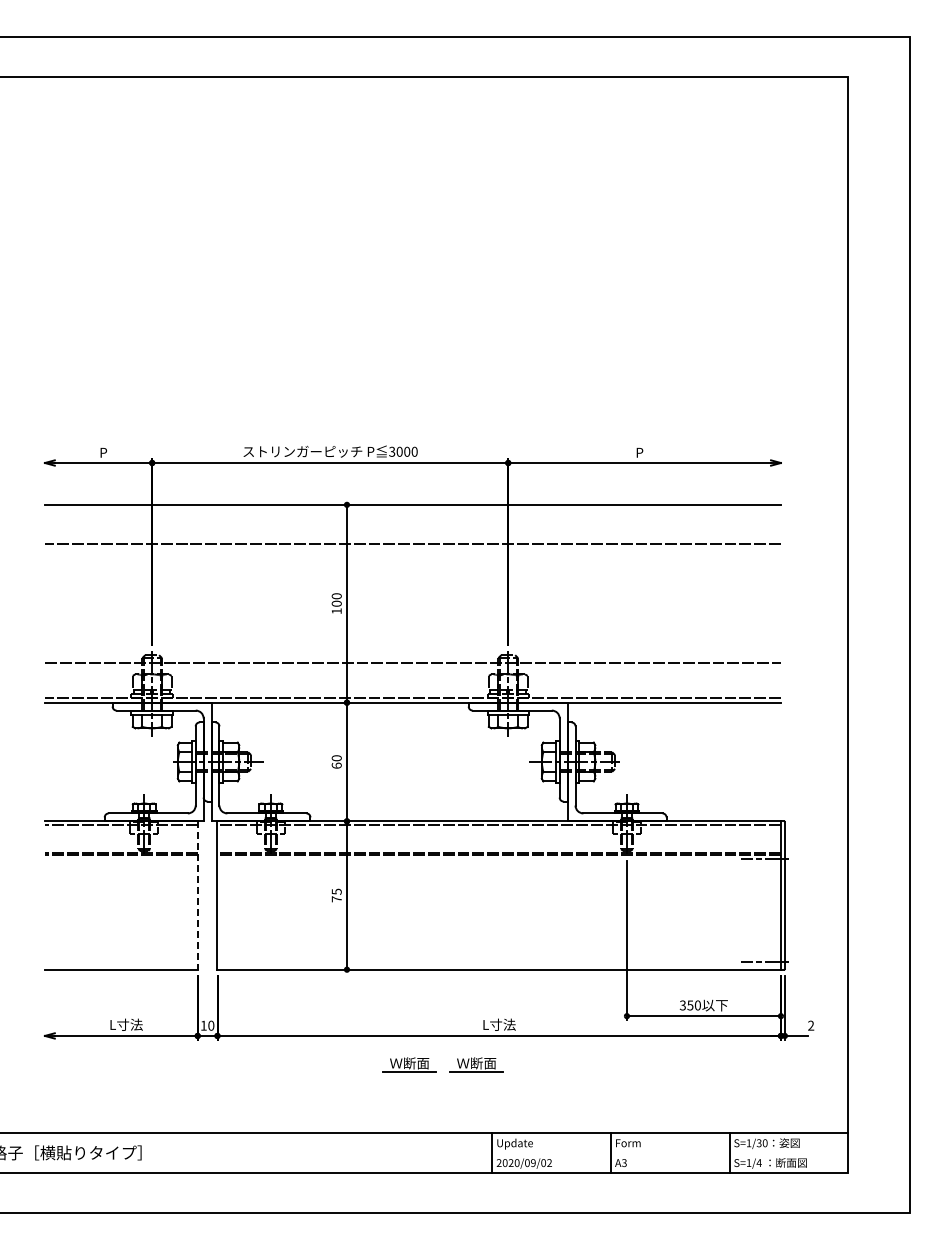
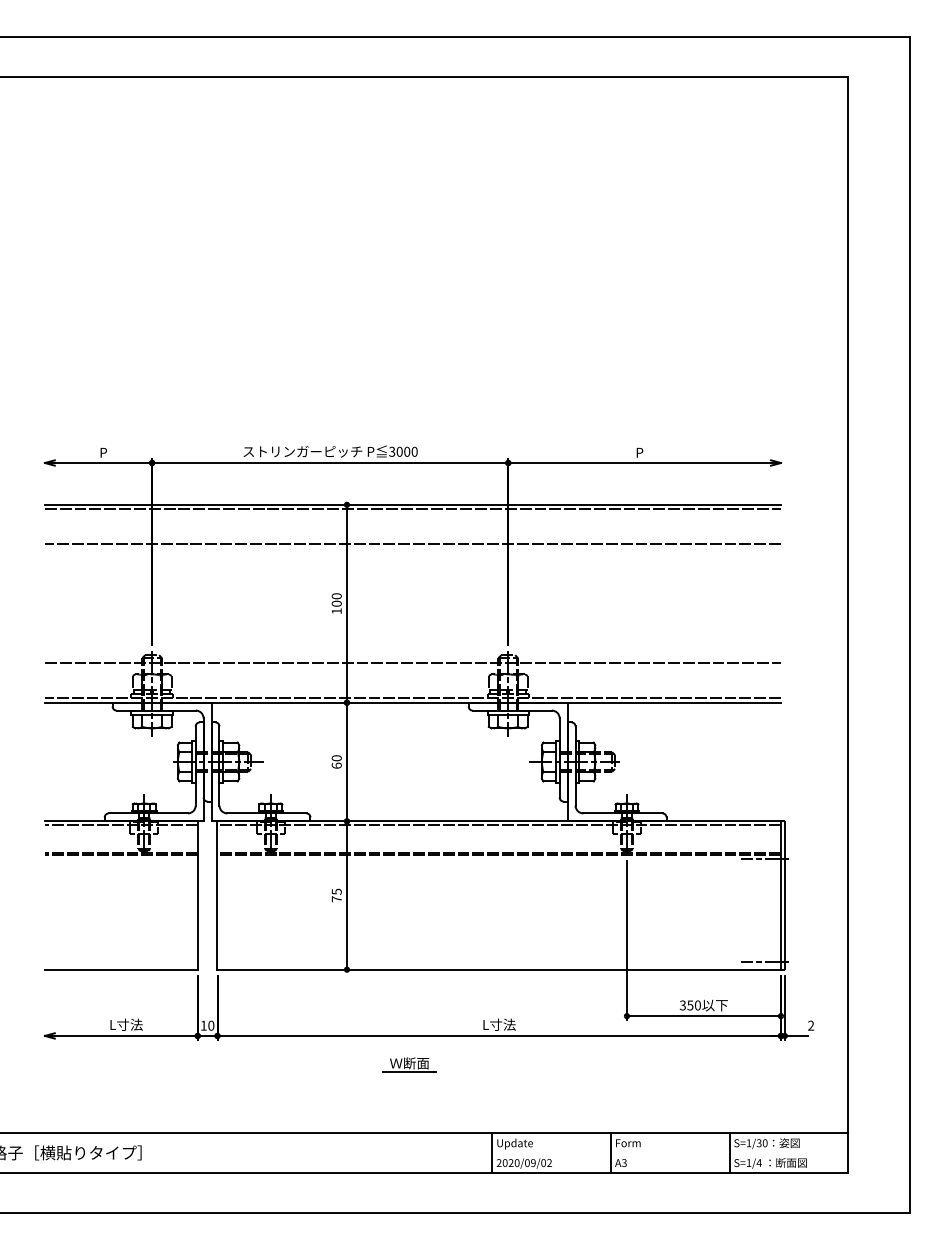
line at (412, 509): none -> present
line at (197, 896): dashed -> solid
part at (476, 1064): present -> none
